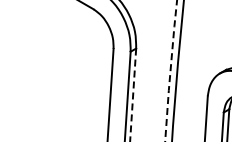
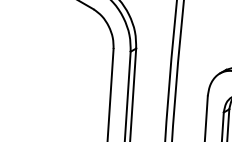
arc at (170, 71): dashed -> solid
line at (133, 95): dashed -> solid
